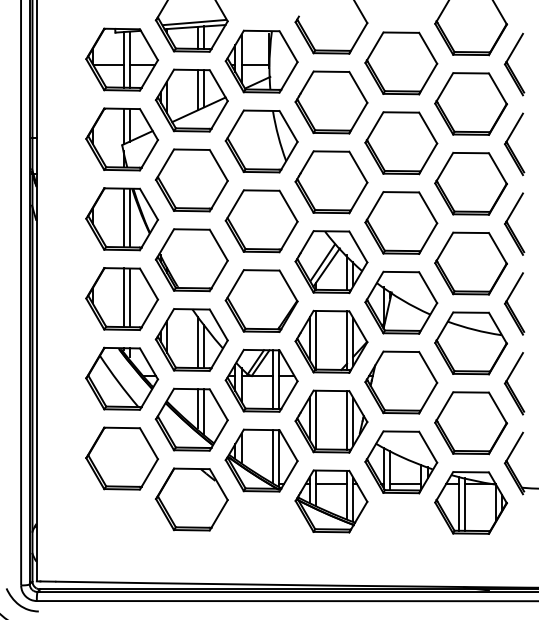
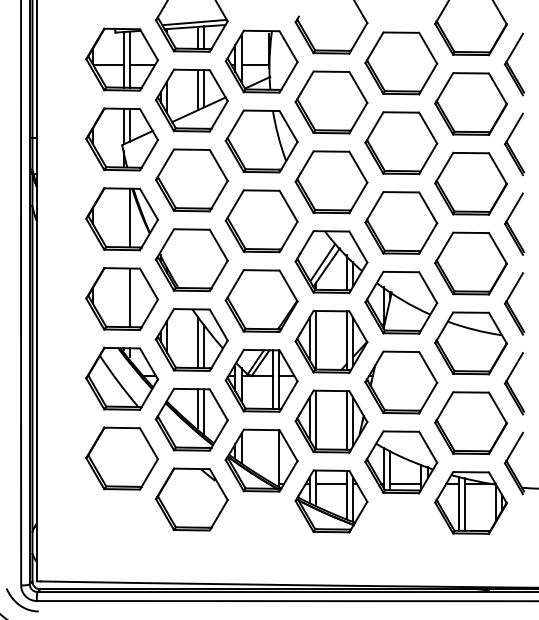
line at (123, 217): present -> none
line at (123, 297): present -> none
line at (272, 455): present -> none
